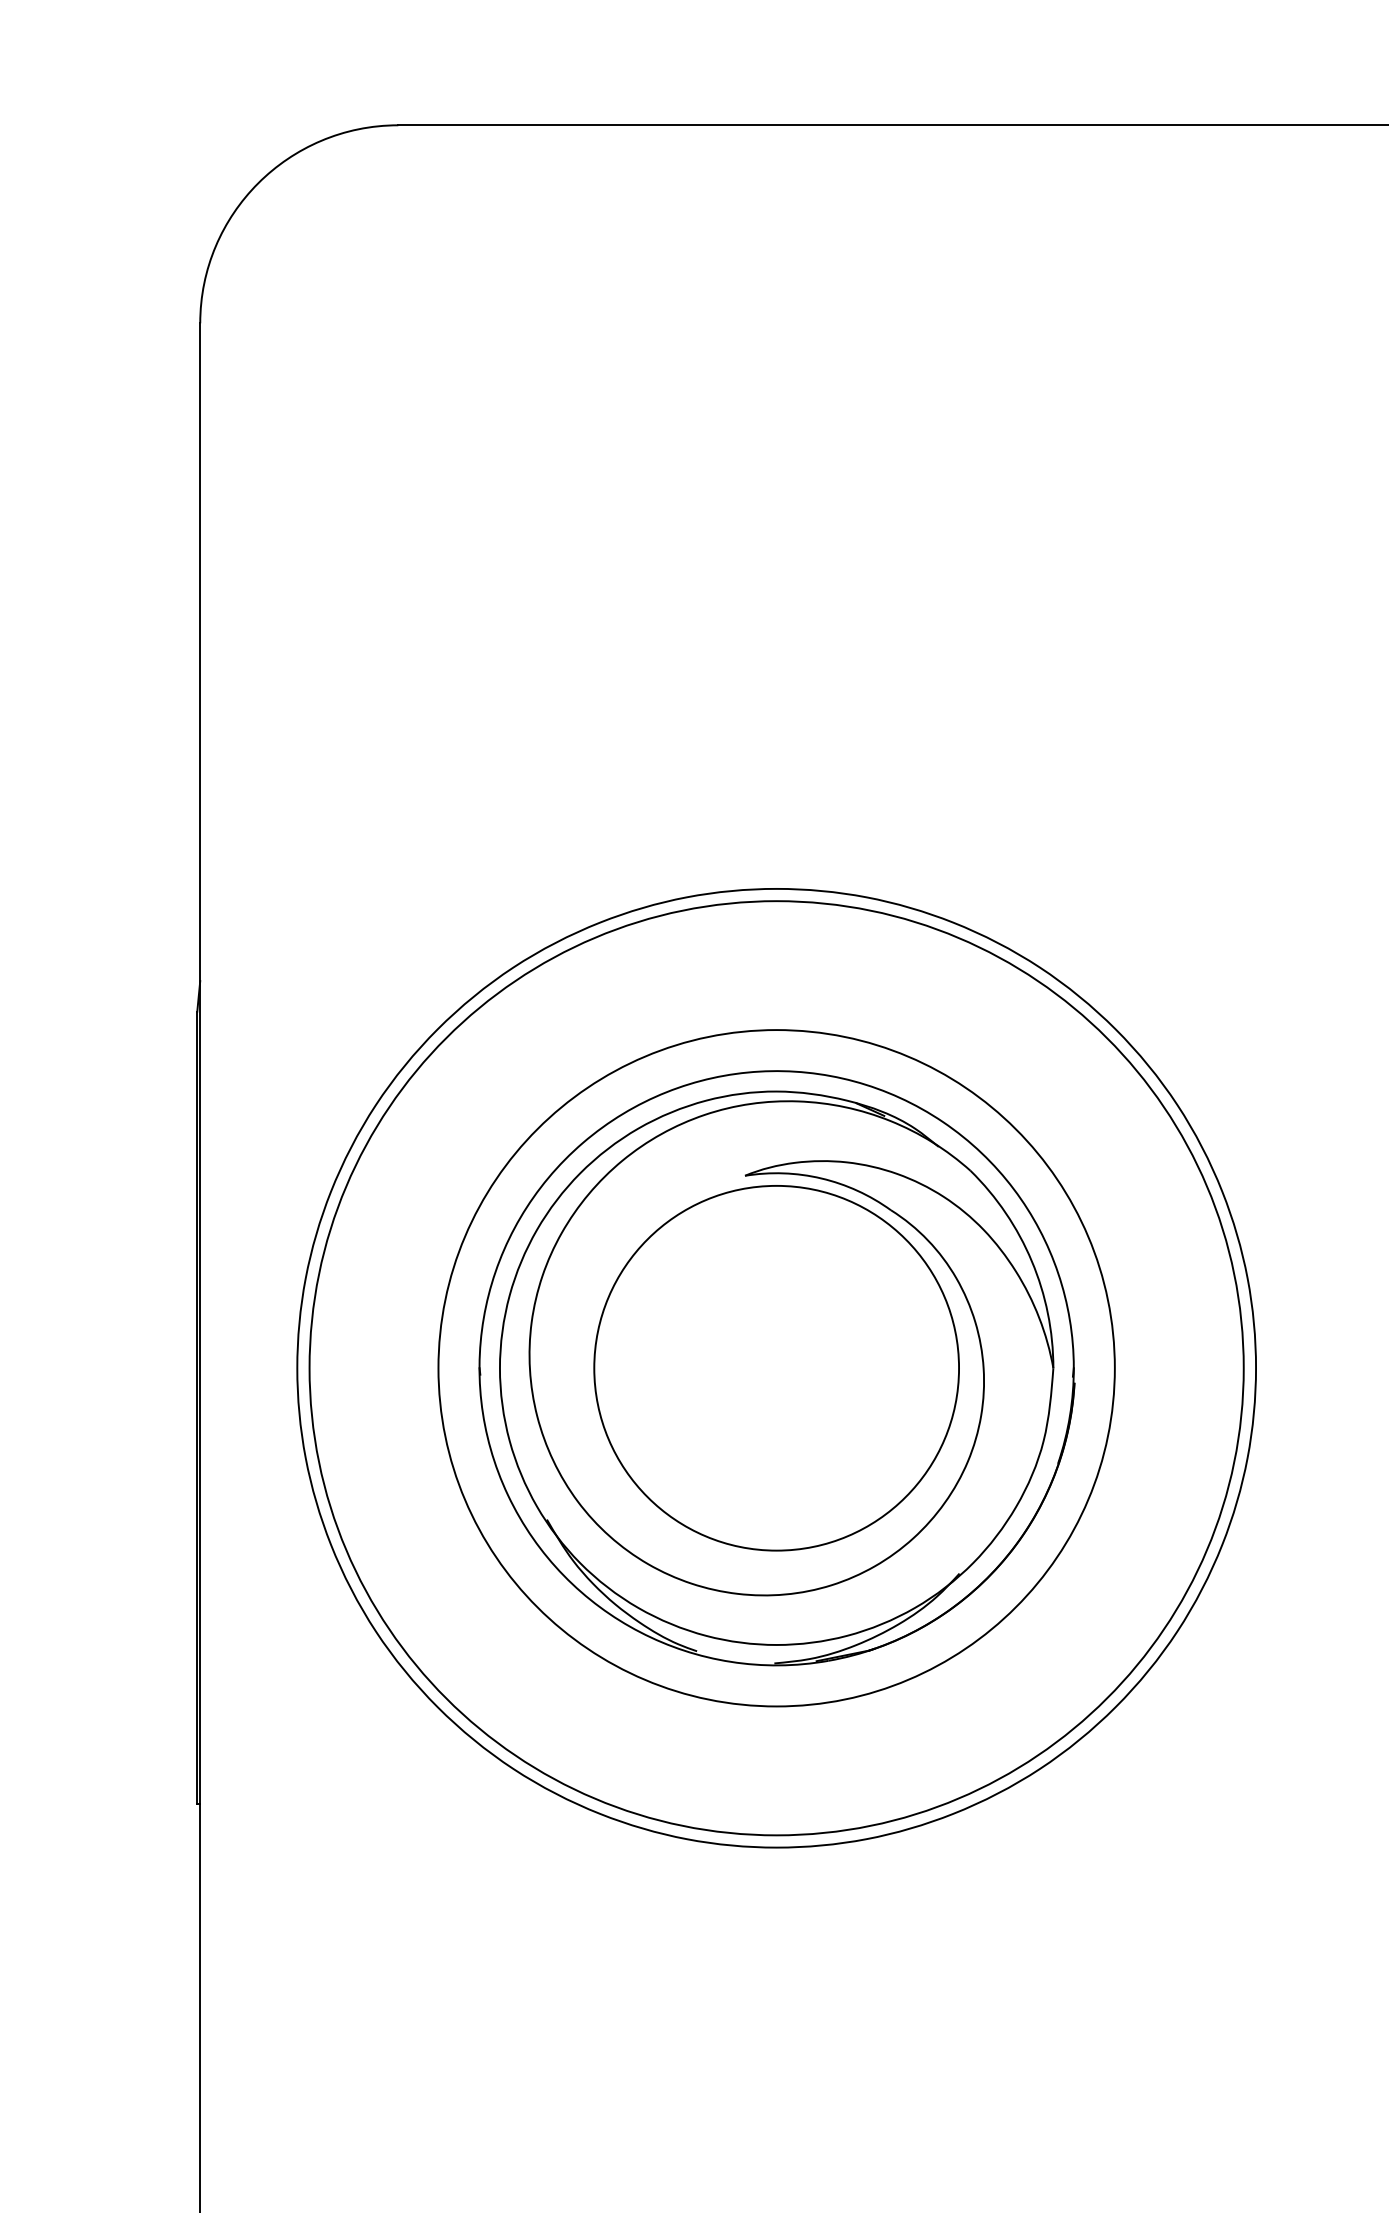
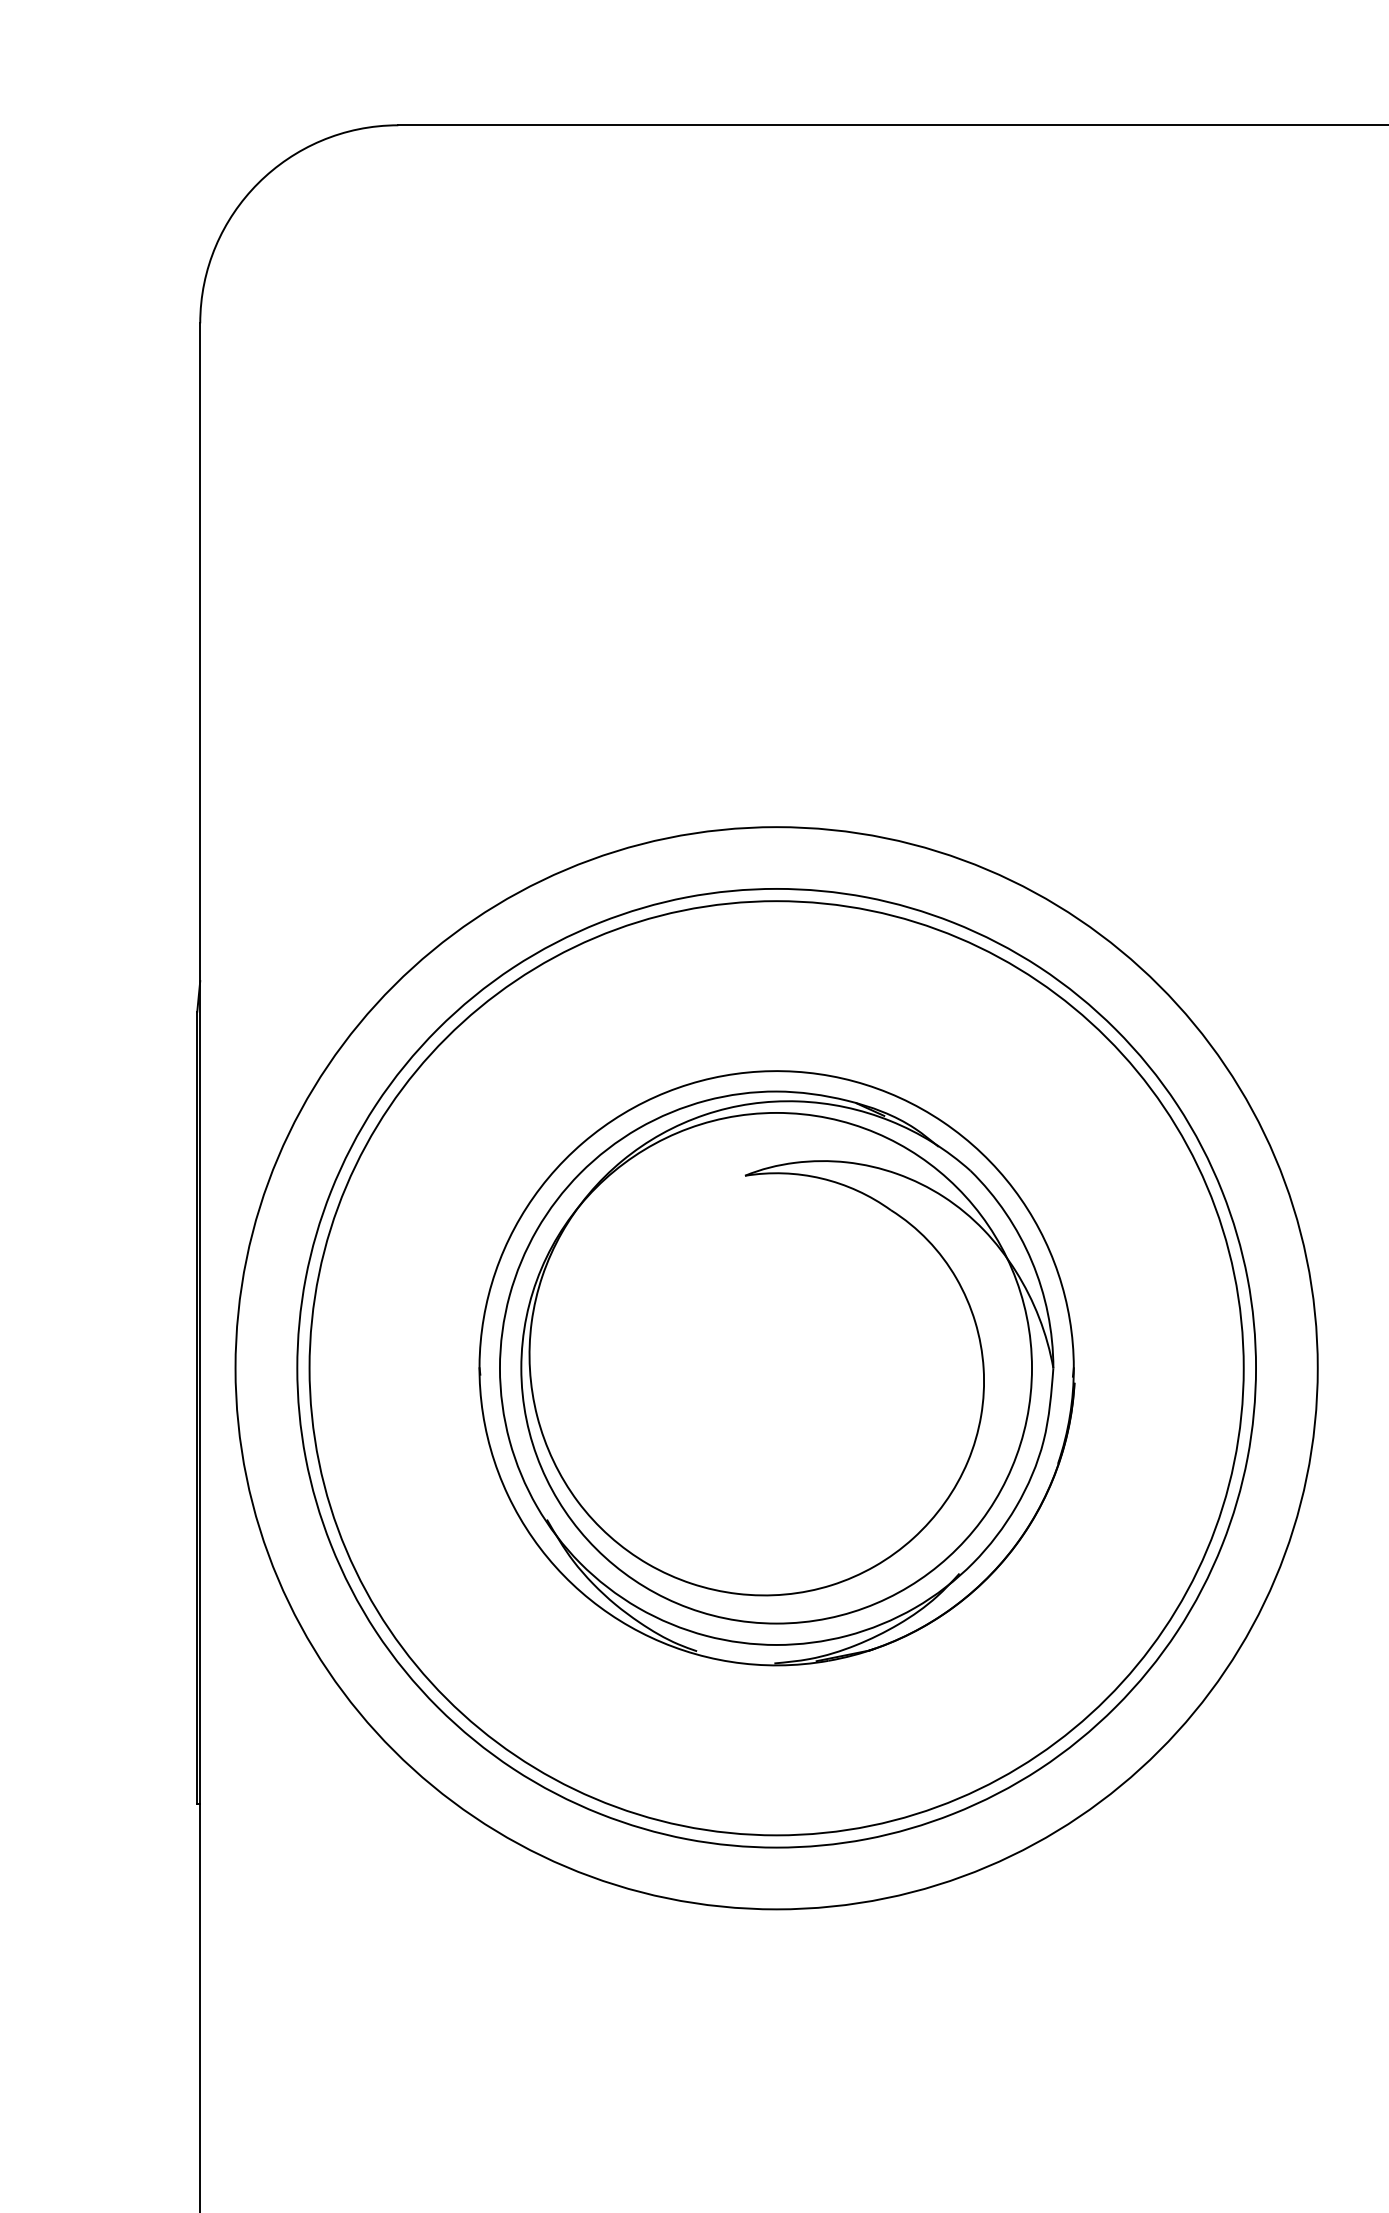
circle at (776, 1367) diameter: 365 px -> 511 px
circle at (776, 1368) diameter: 676 px -> 1082 px
